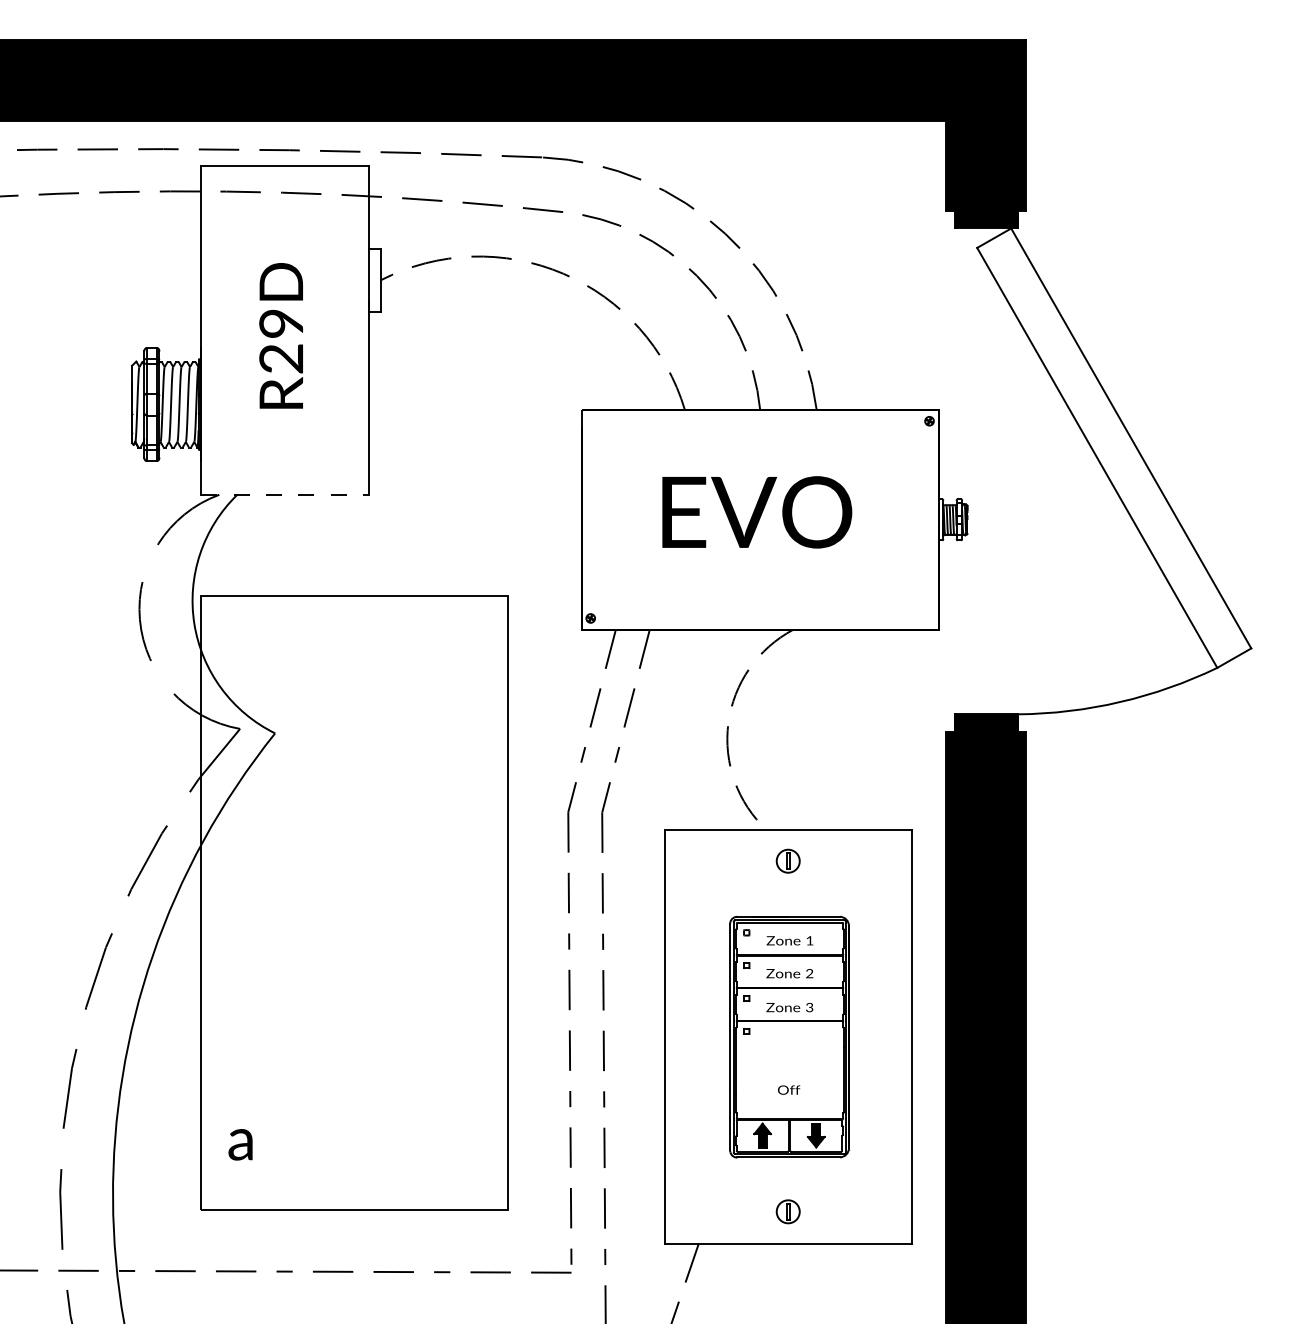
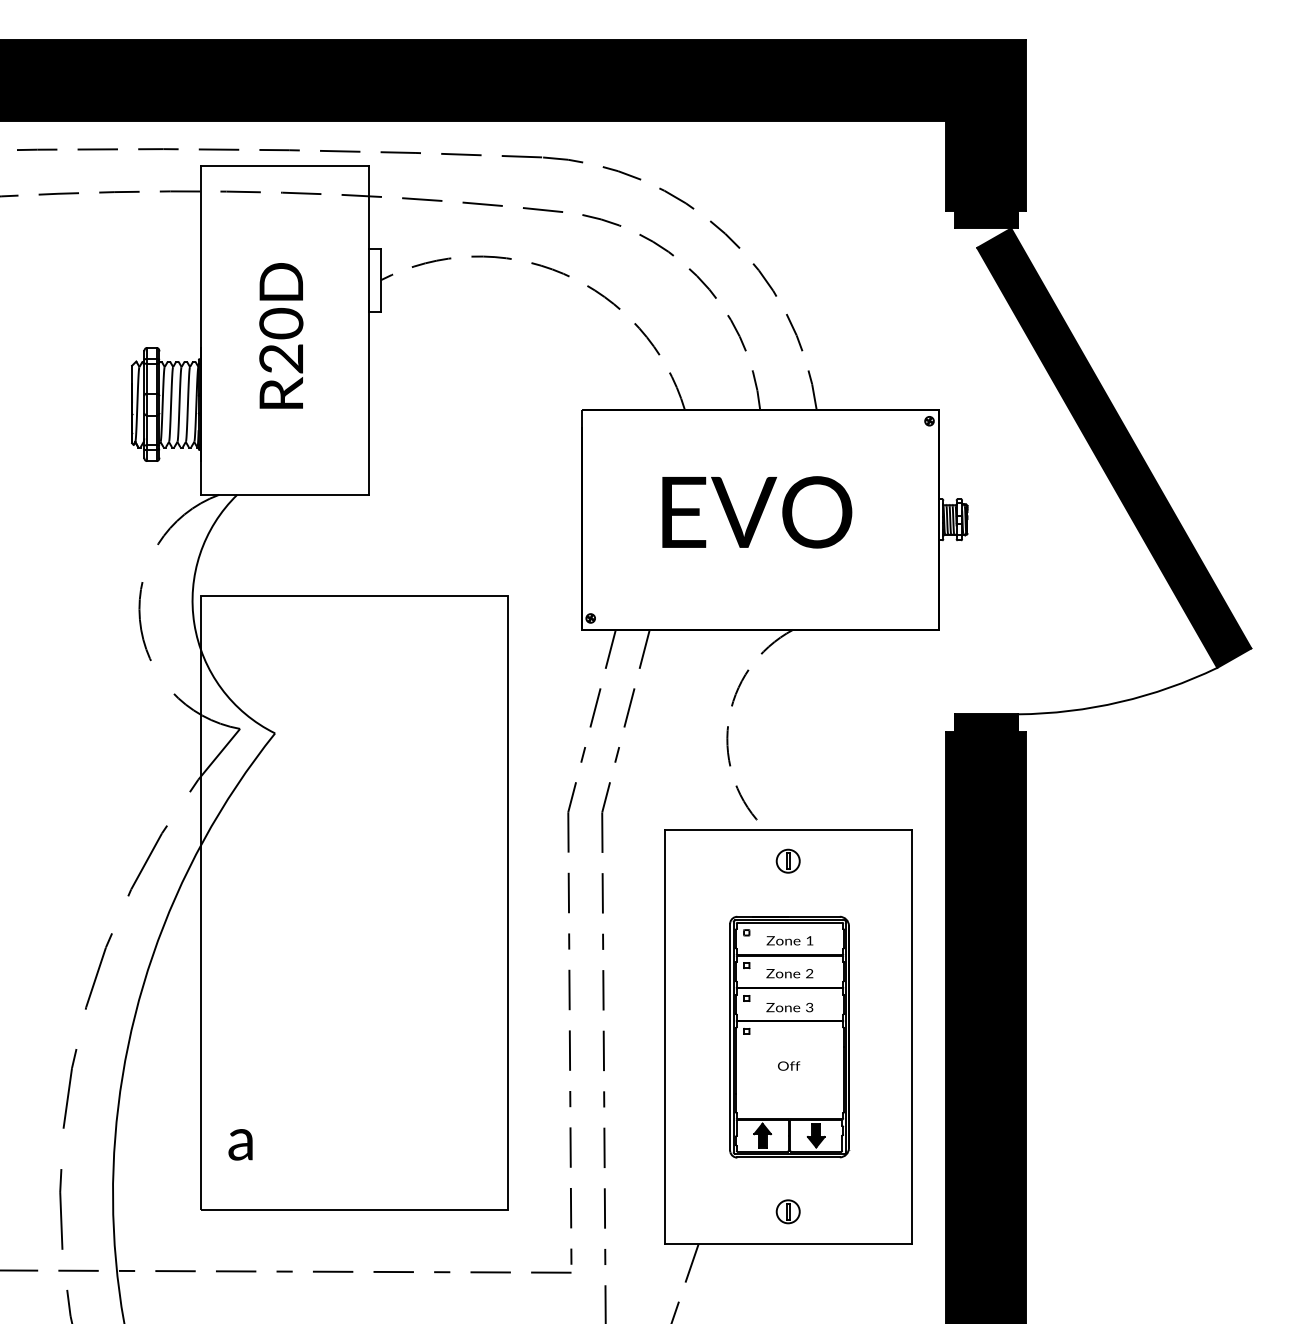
text at (281, 323): R29D -> R20D
fill at (1114, 447): none -> present
line at (284, 494): dashed -> solid
text at (789, 1089) position: (789, 1089) -> (789, 1065)
